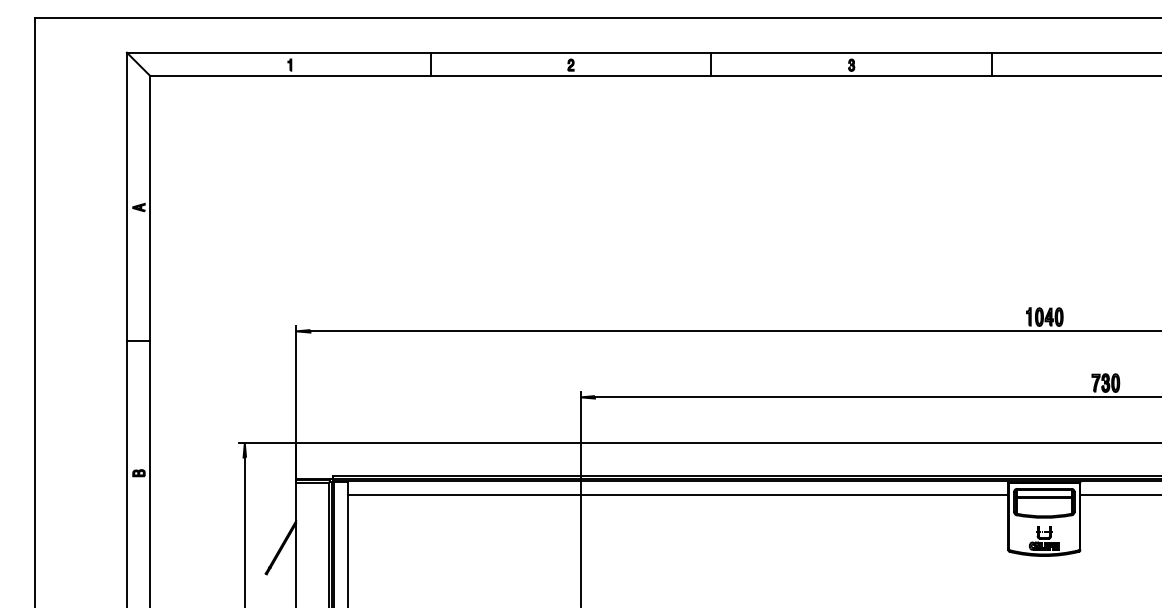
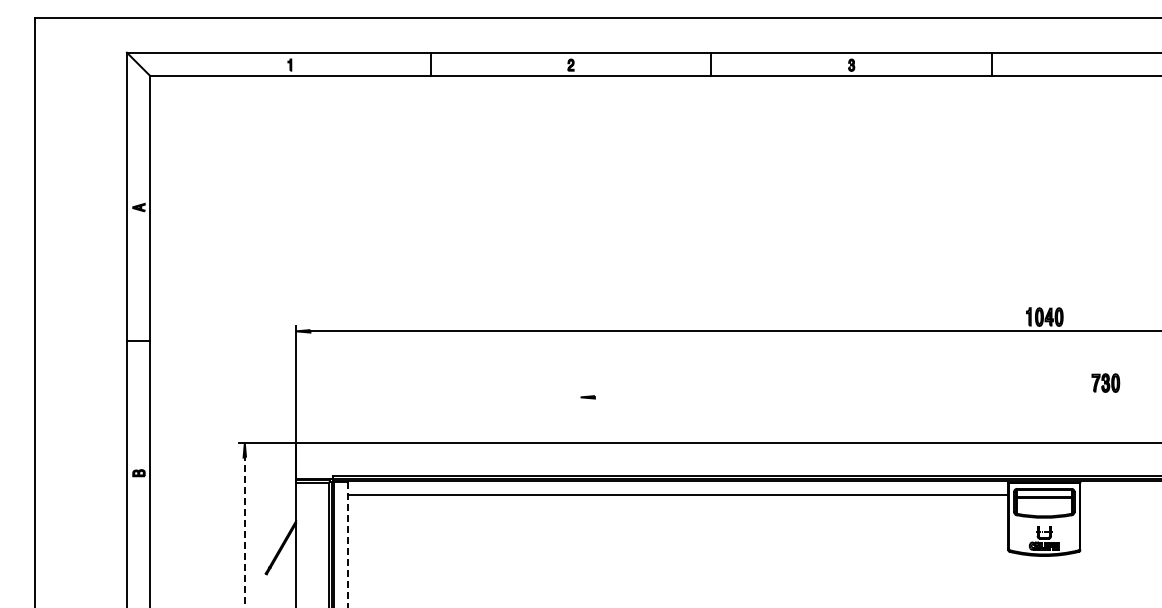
line at (876, 397): present -> none
line at (1119, 495): present -> none
line at (580, 497): present -> none
line at (244, 532): solid -> dashed
line at (347, 545): solid -> dashed
